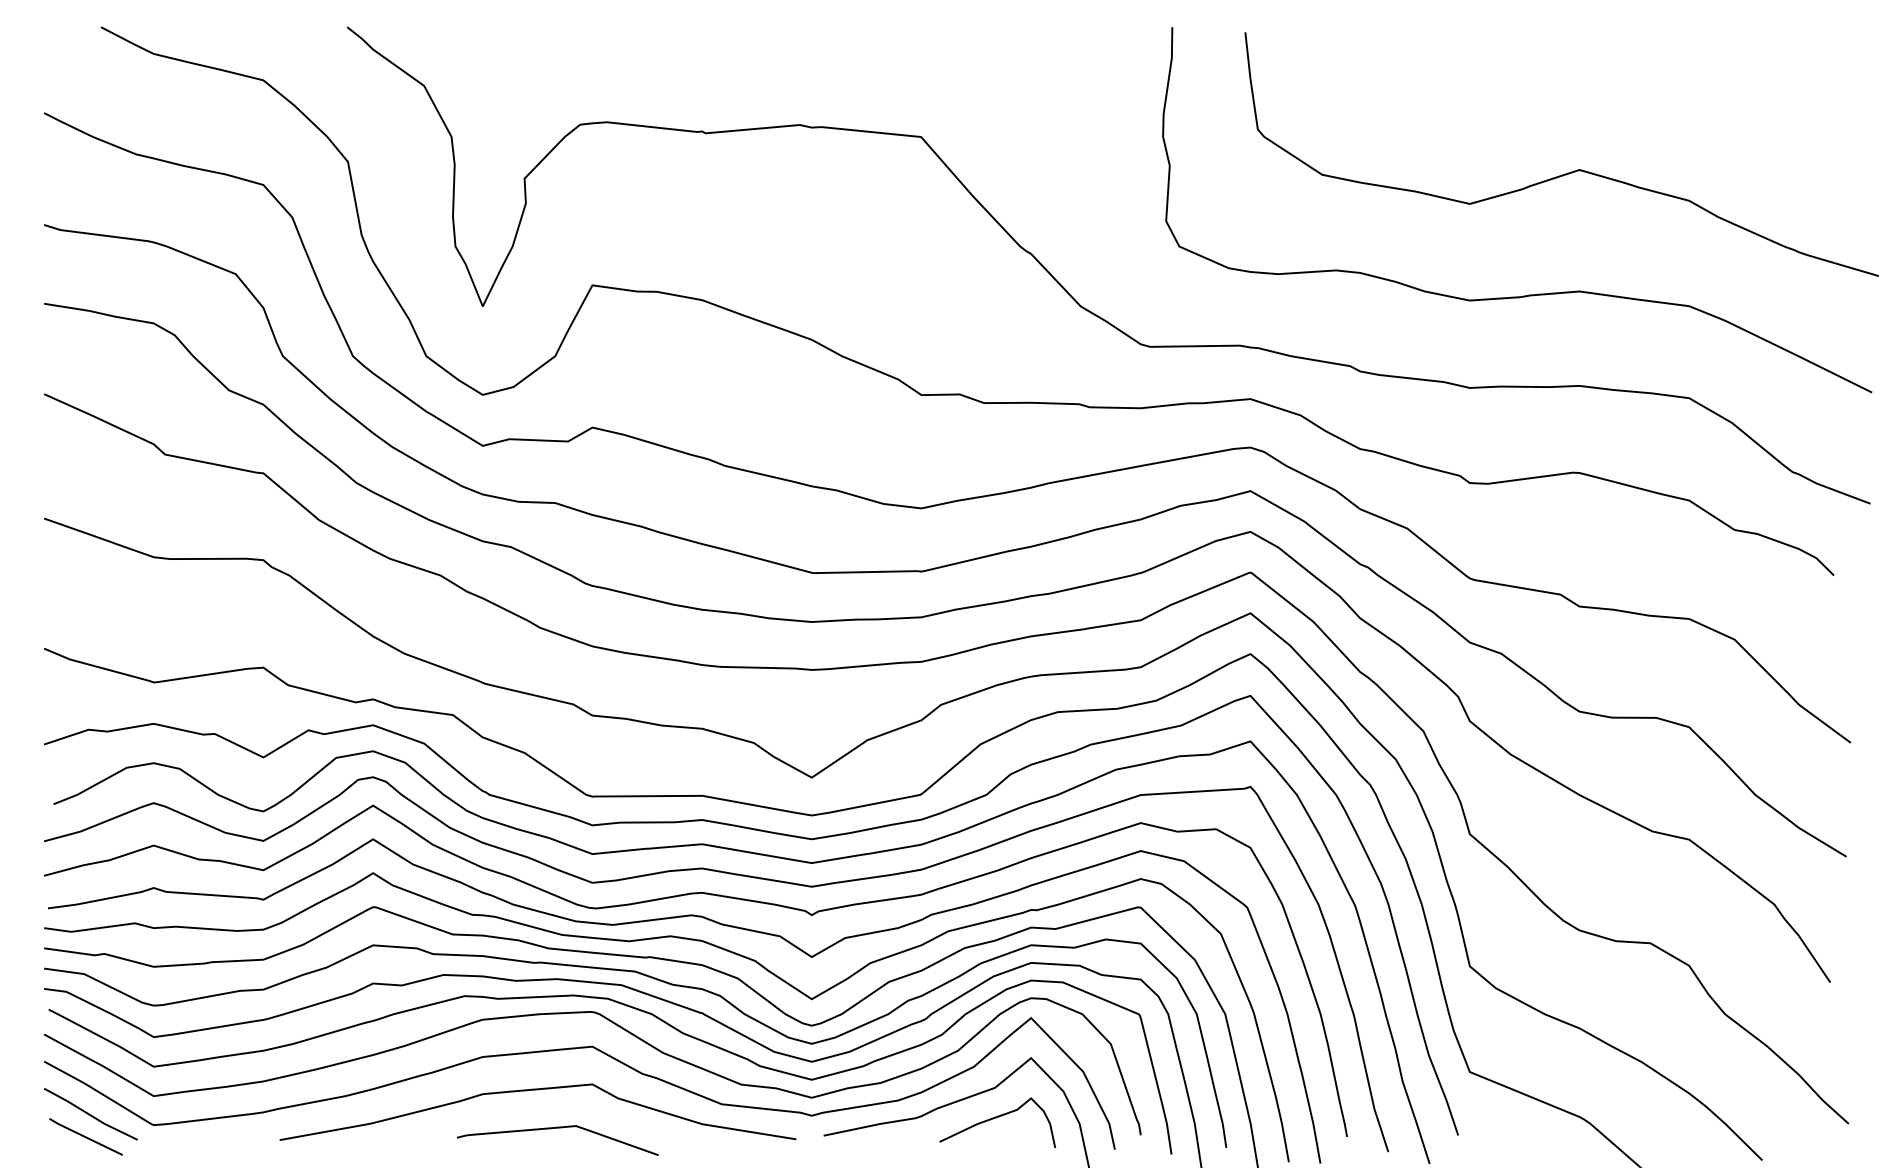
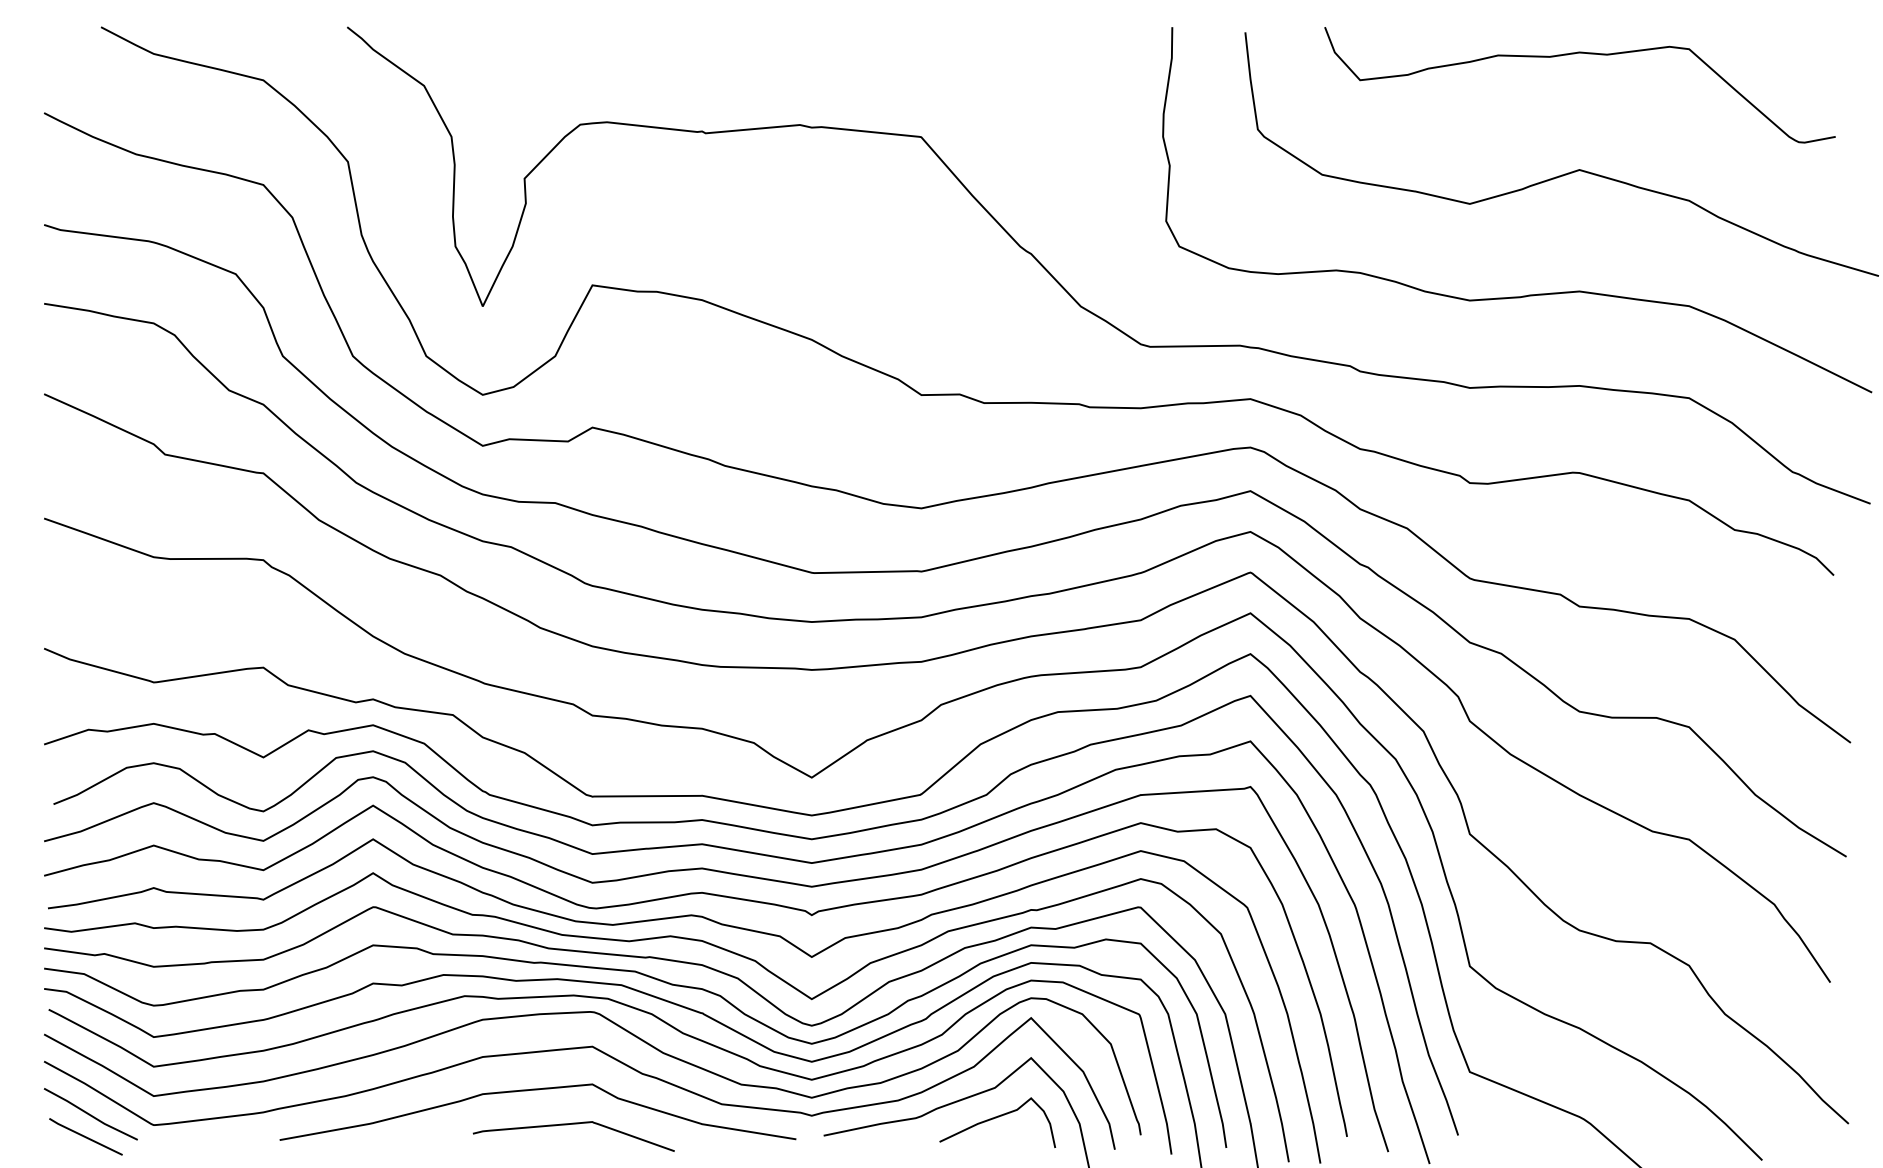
curve at (1574, 54): none -> present
curve at (557, 1128) position: (557, 1128) -> (573, 1124)
